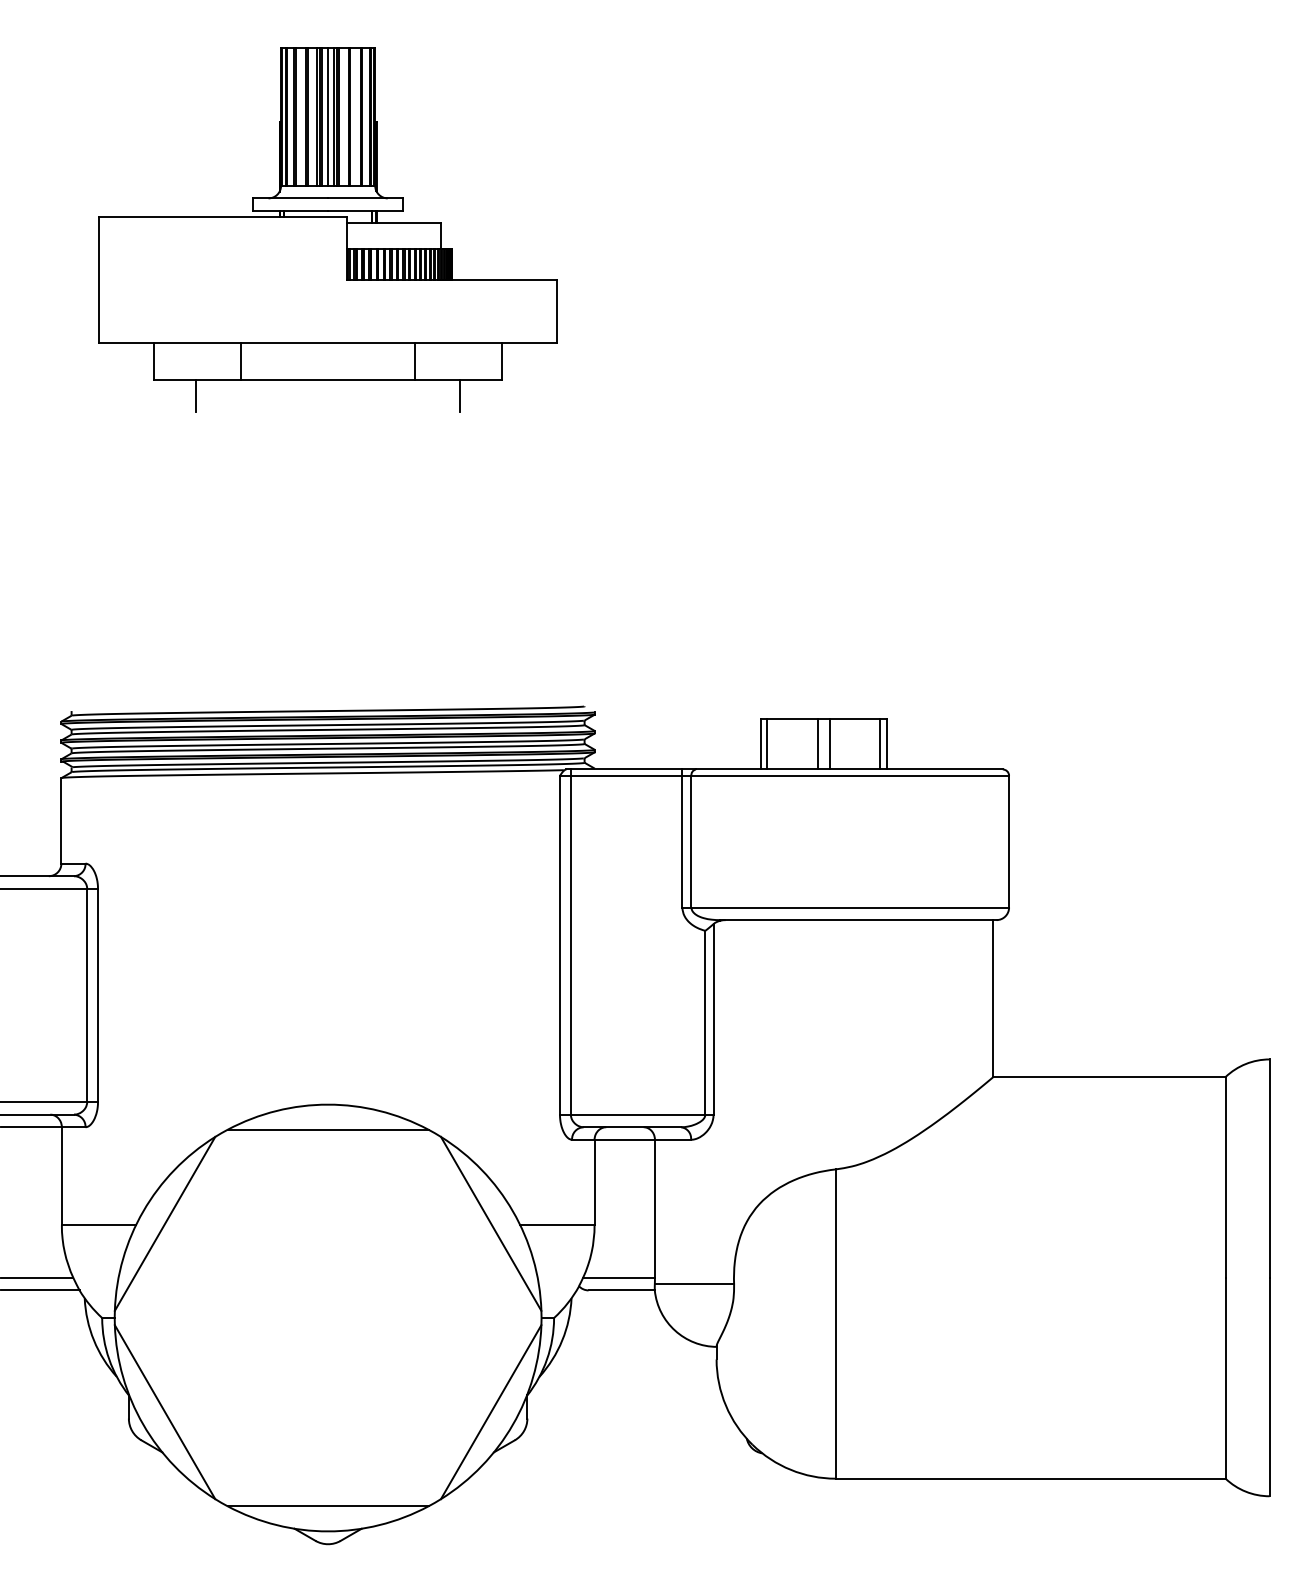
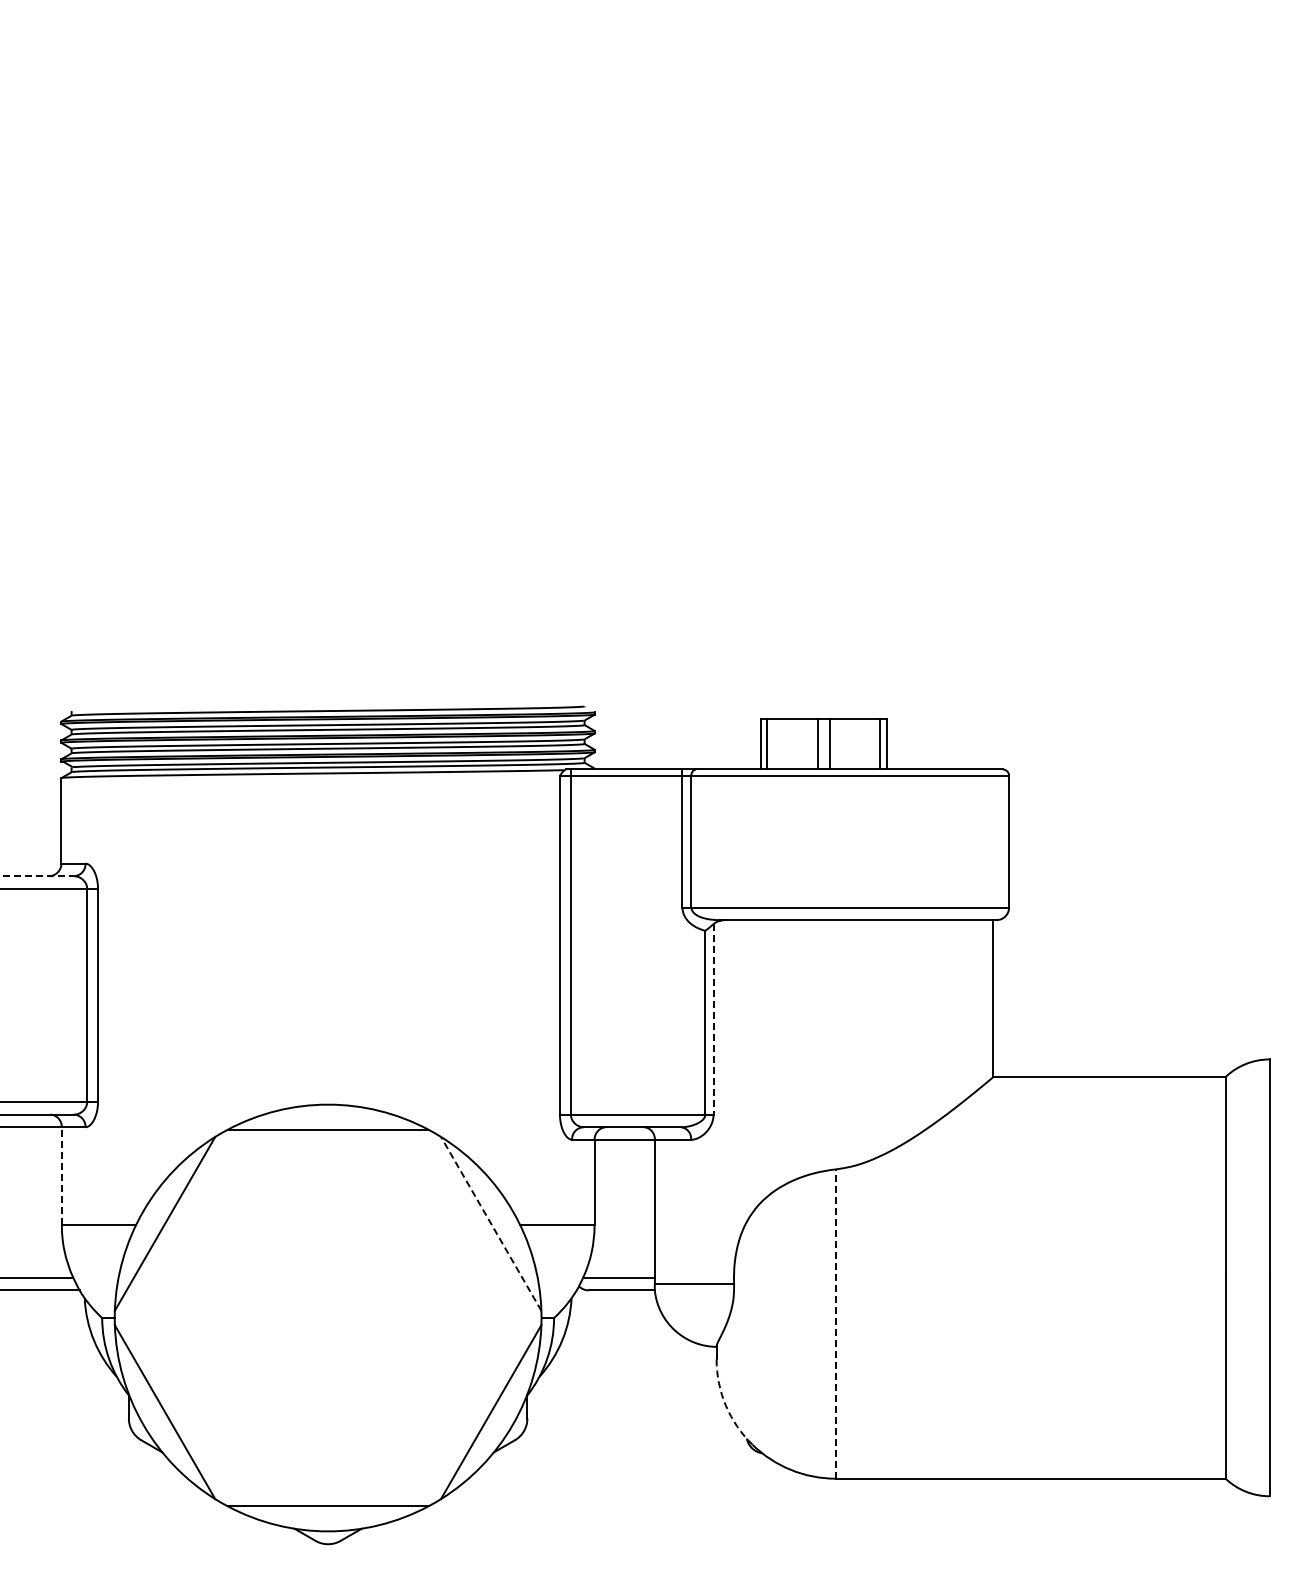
part at (327, 229): present -> none
line at (37, 876): solid -> dashed
line at (713, 1019): solid -> dashed
line at (61, 1175): solid -> dashed
line at (490, 1223): solid -> dashed
line at (835, 1324): solid -> dashed
arc at (725, 1405): solid -> dashed
